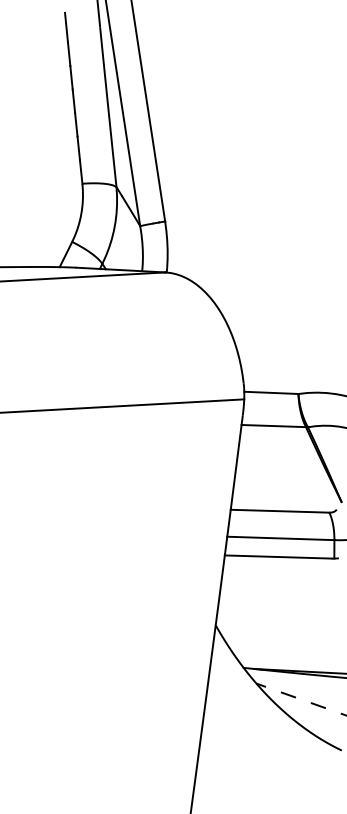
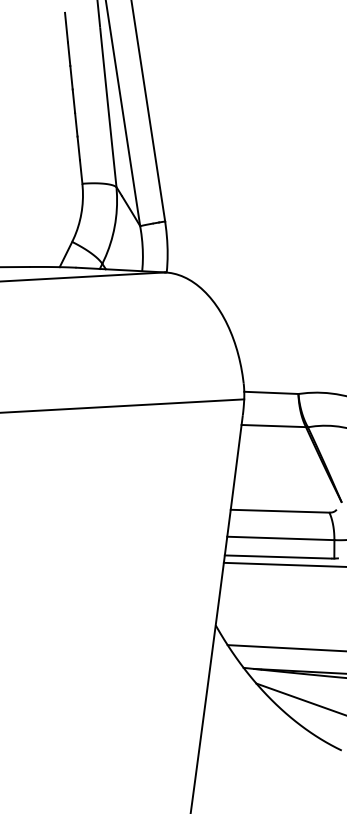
line at (283, 564): none -> present
line at (285, 648): none -> present
line at (301, 699): dashed -> solid
